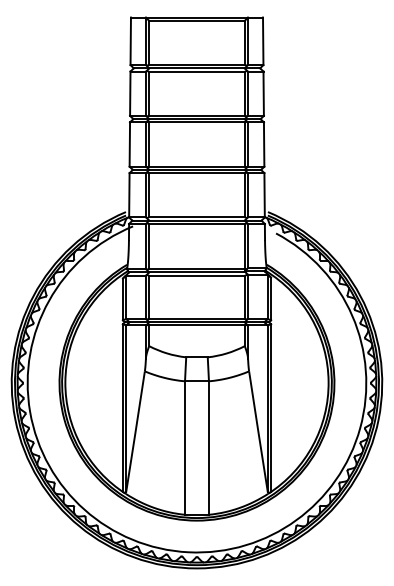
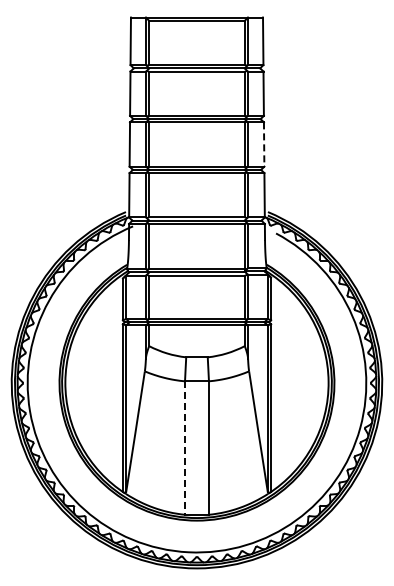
line at (264, 145): solid -> dashed
line at (185, 448): solid -> dashed
